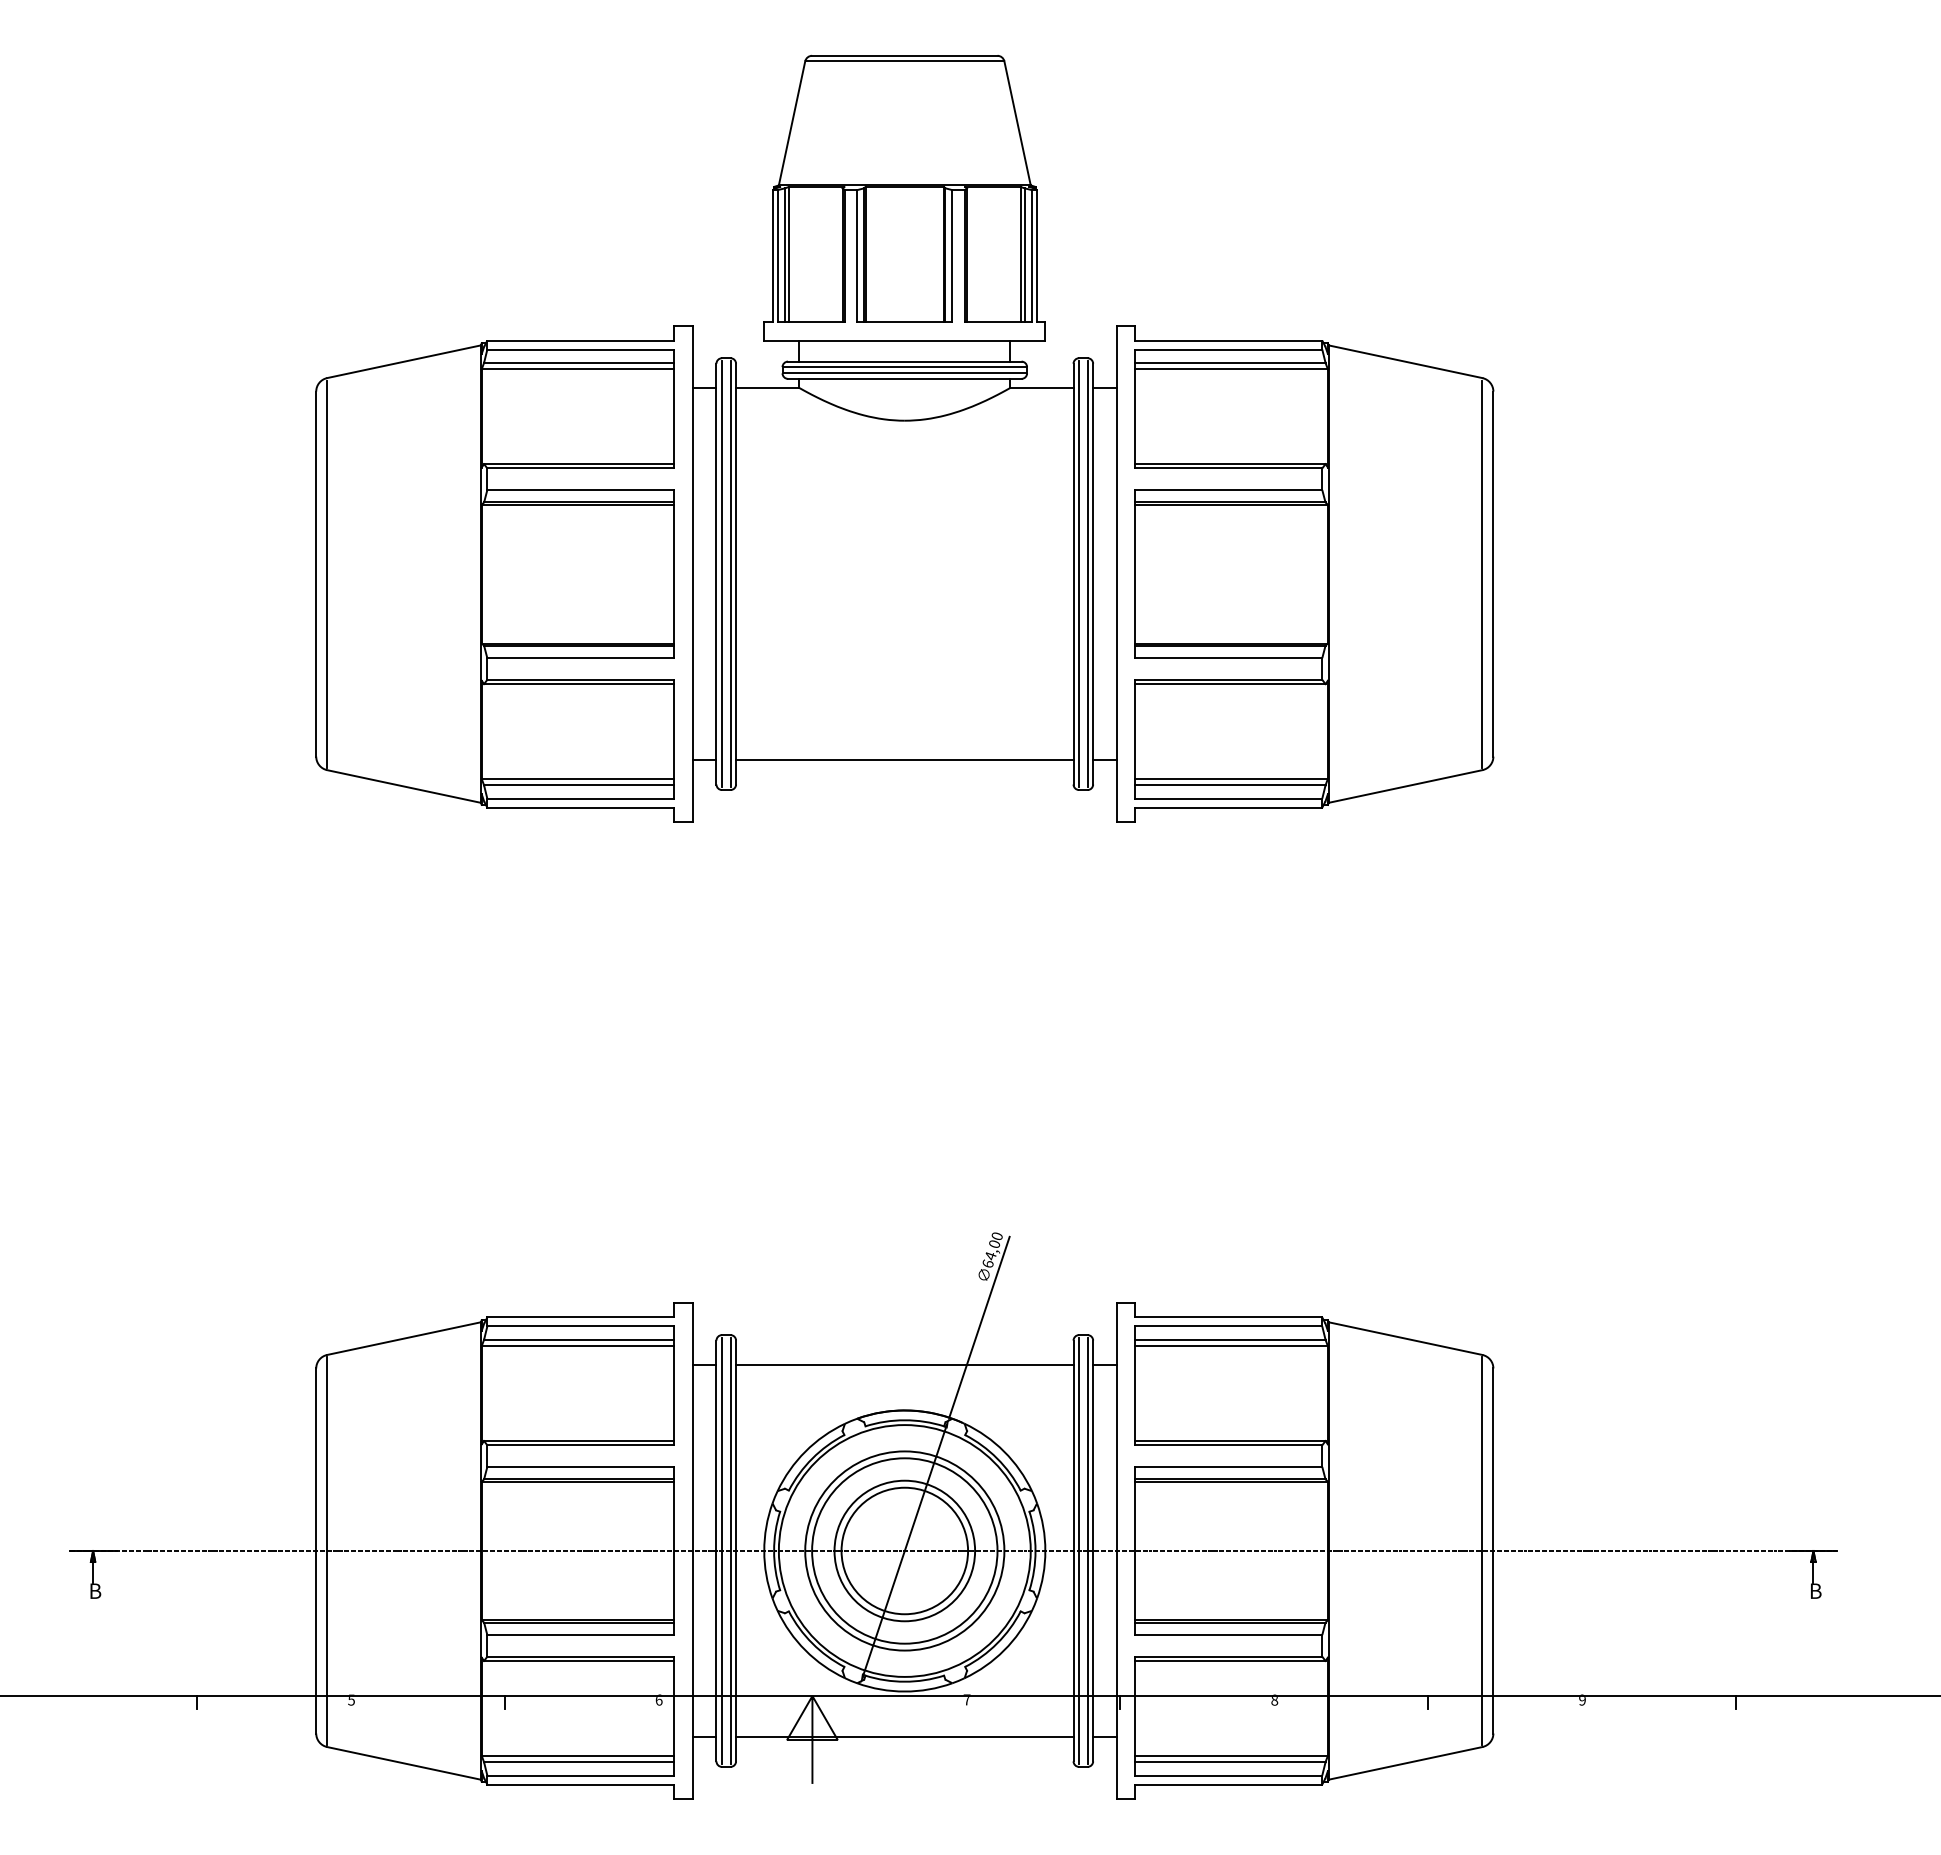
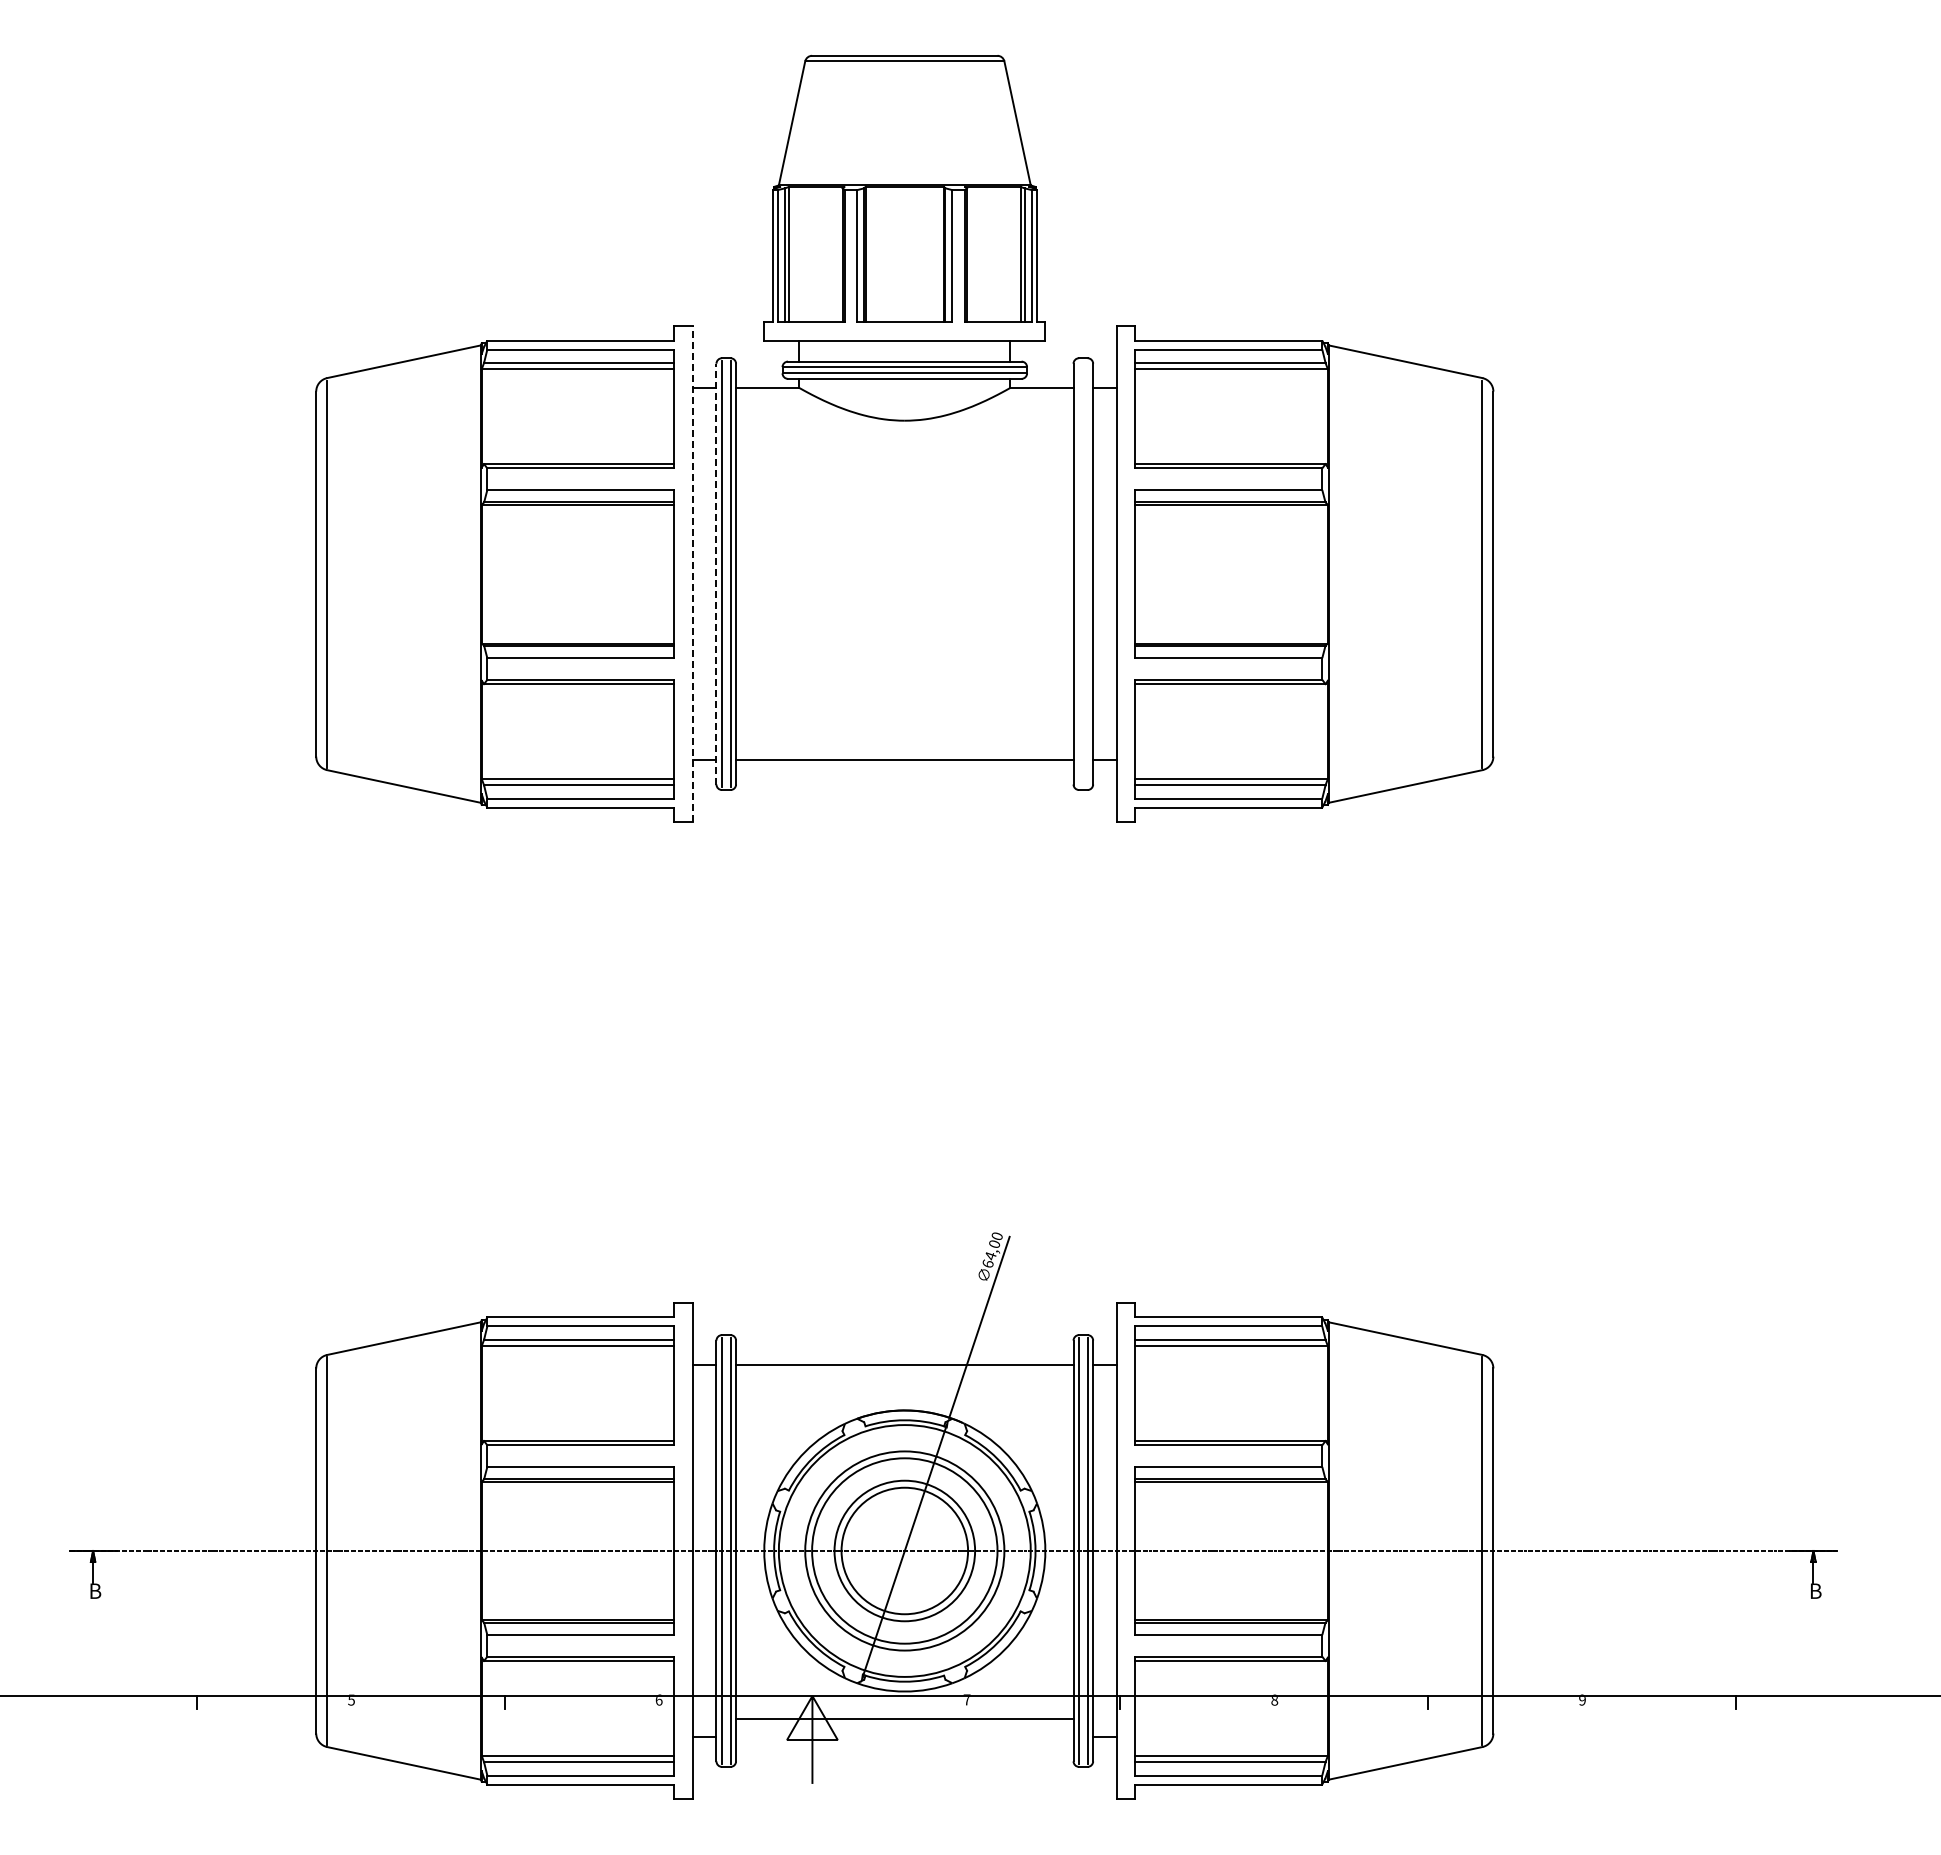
line at (692, 573): solid -> dashed
line at (716, 573): solid -> dashed
line at (1079, 573): present -> none
line at (1087, 573): present -> none
line at (904, 1737) position: (904, 1737) -> (904, 1719)
